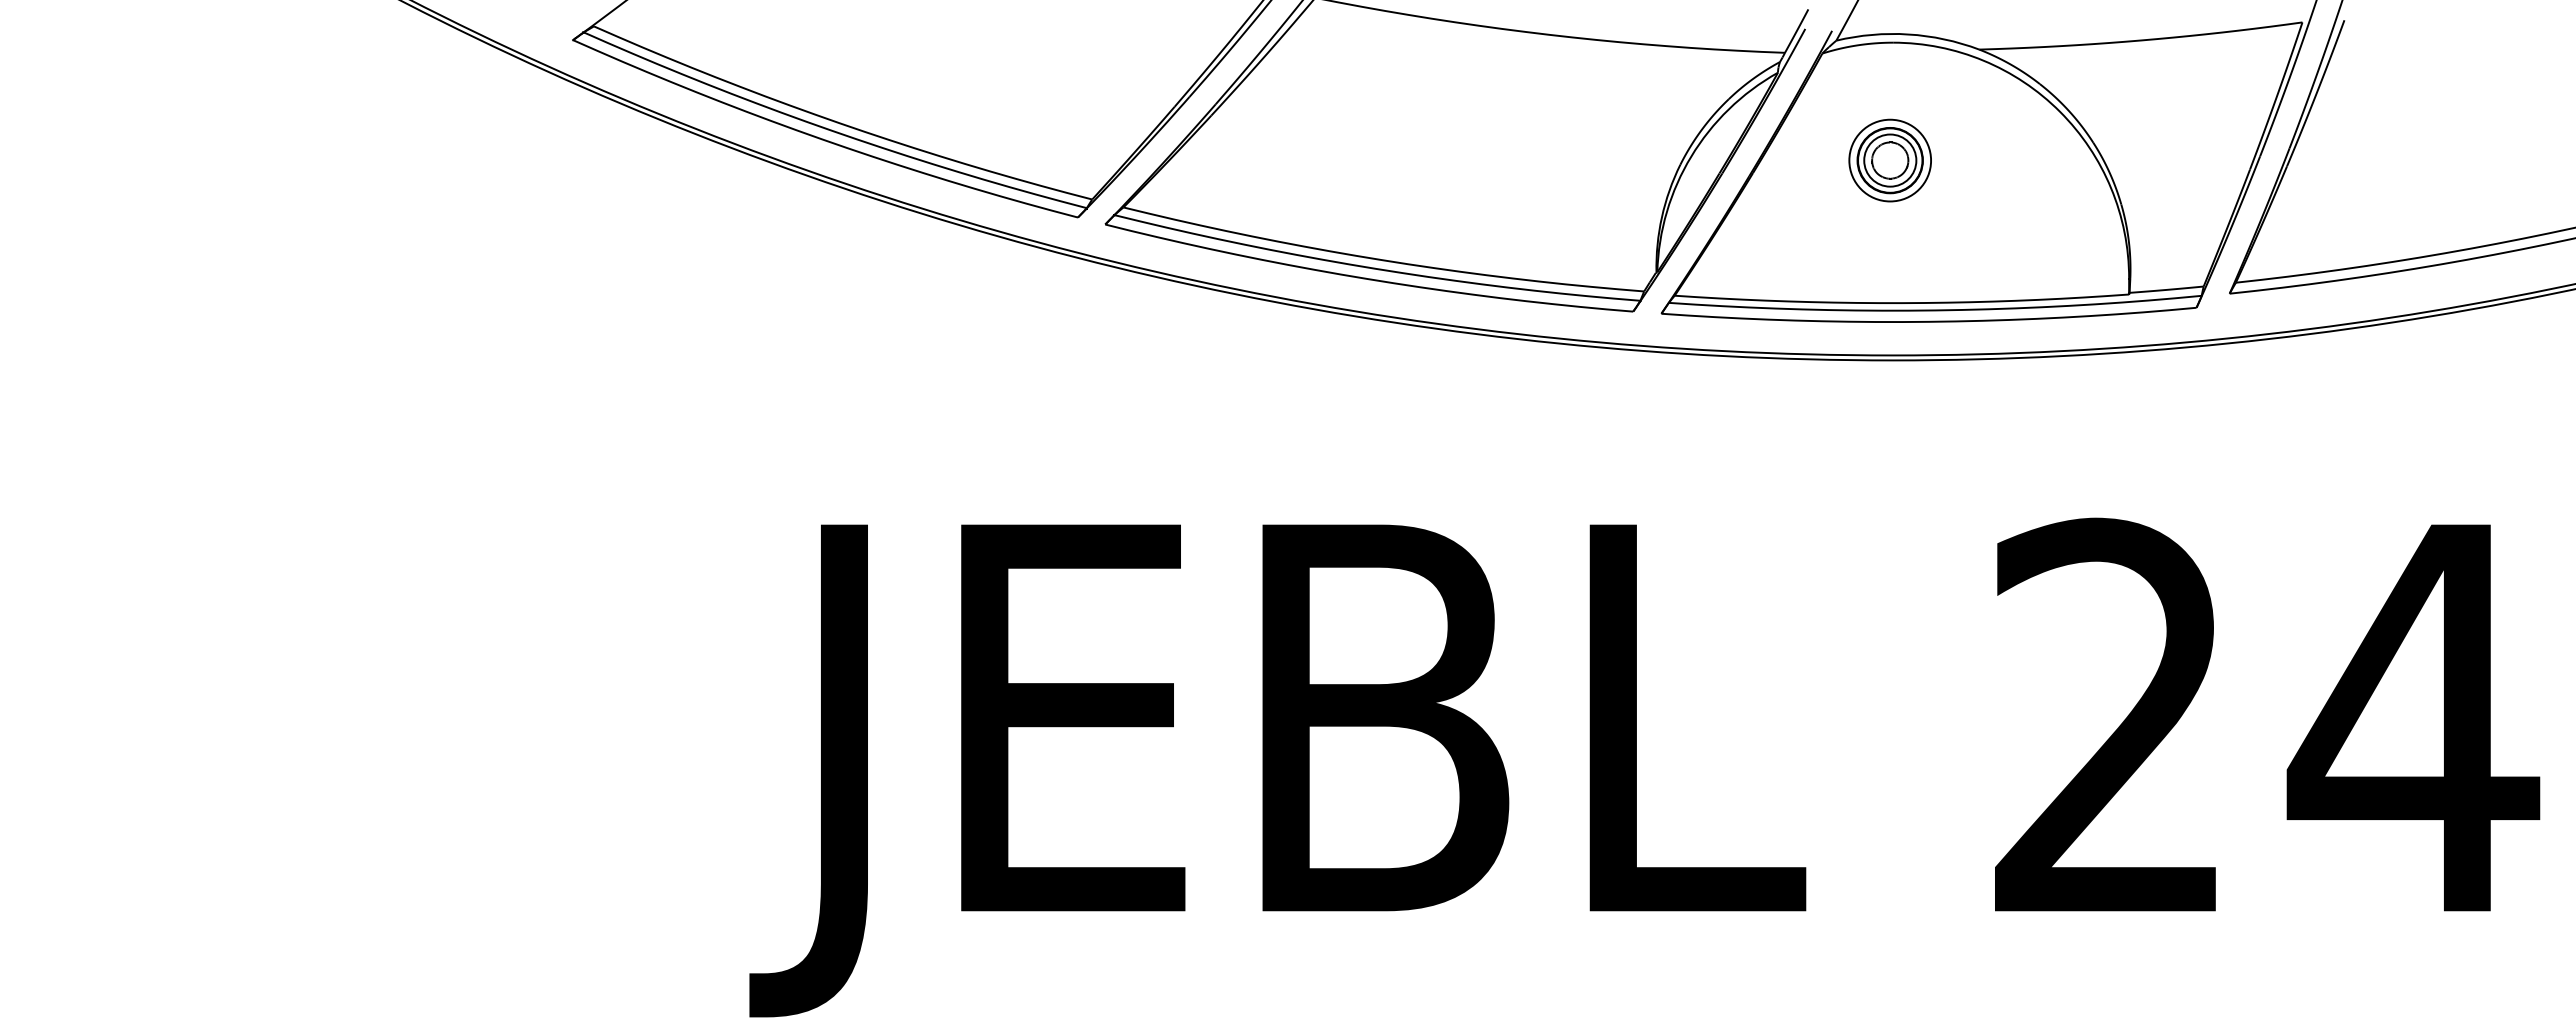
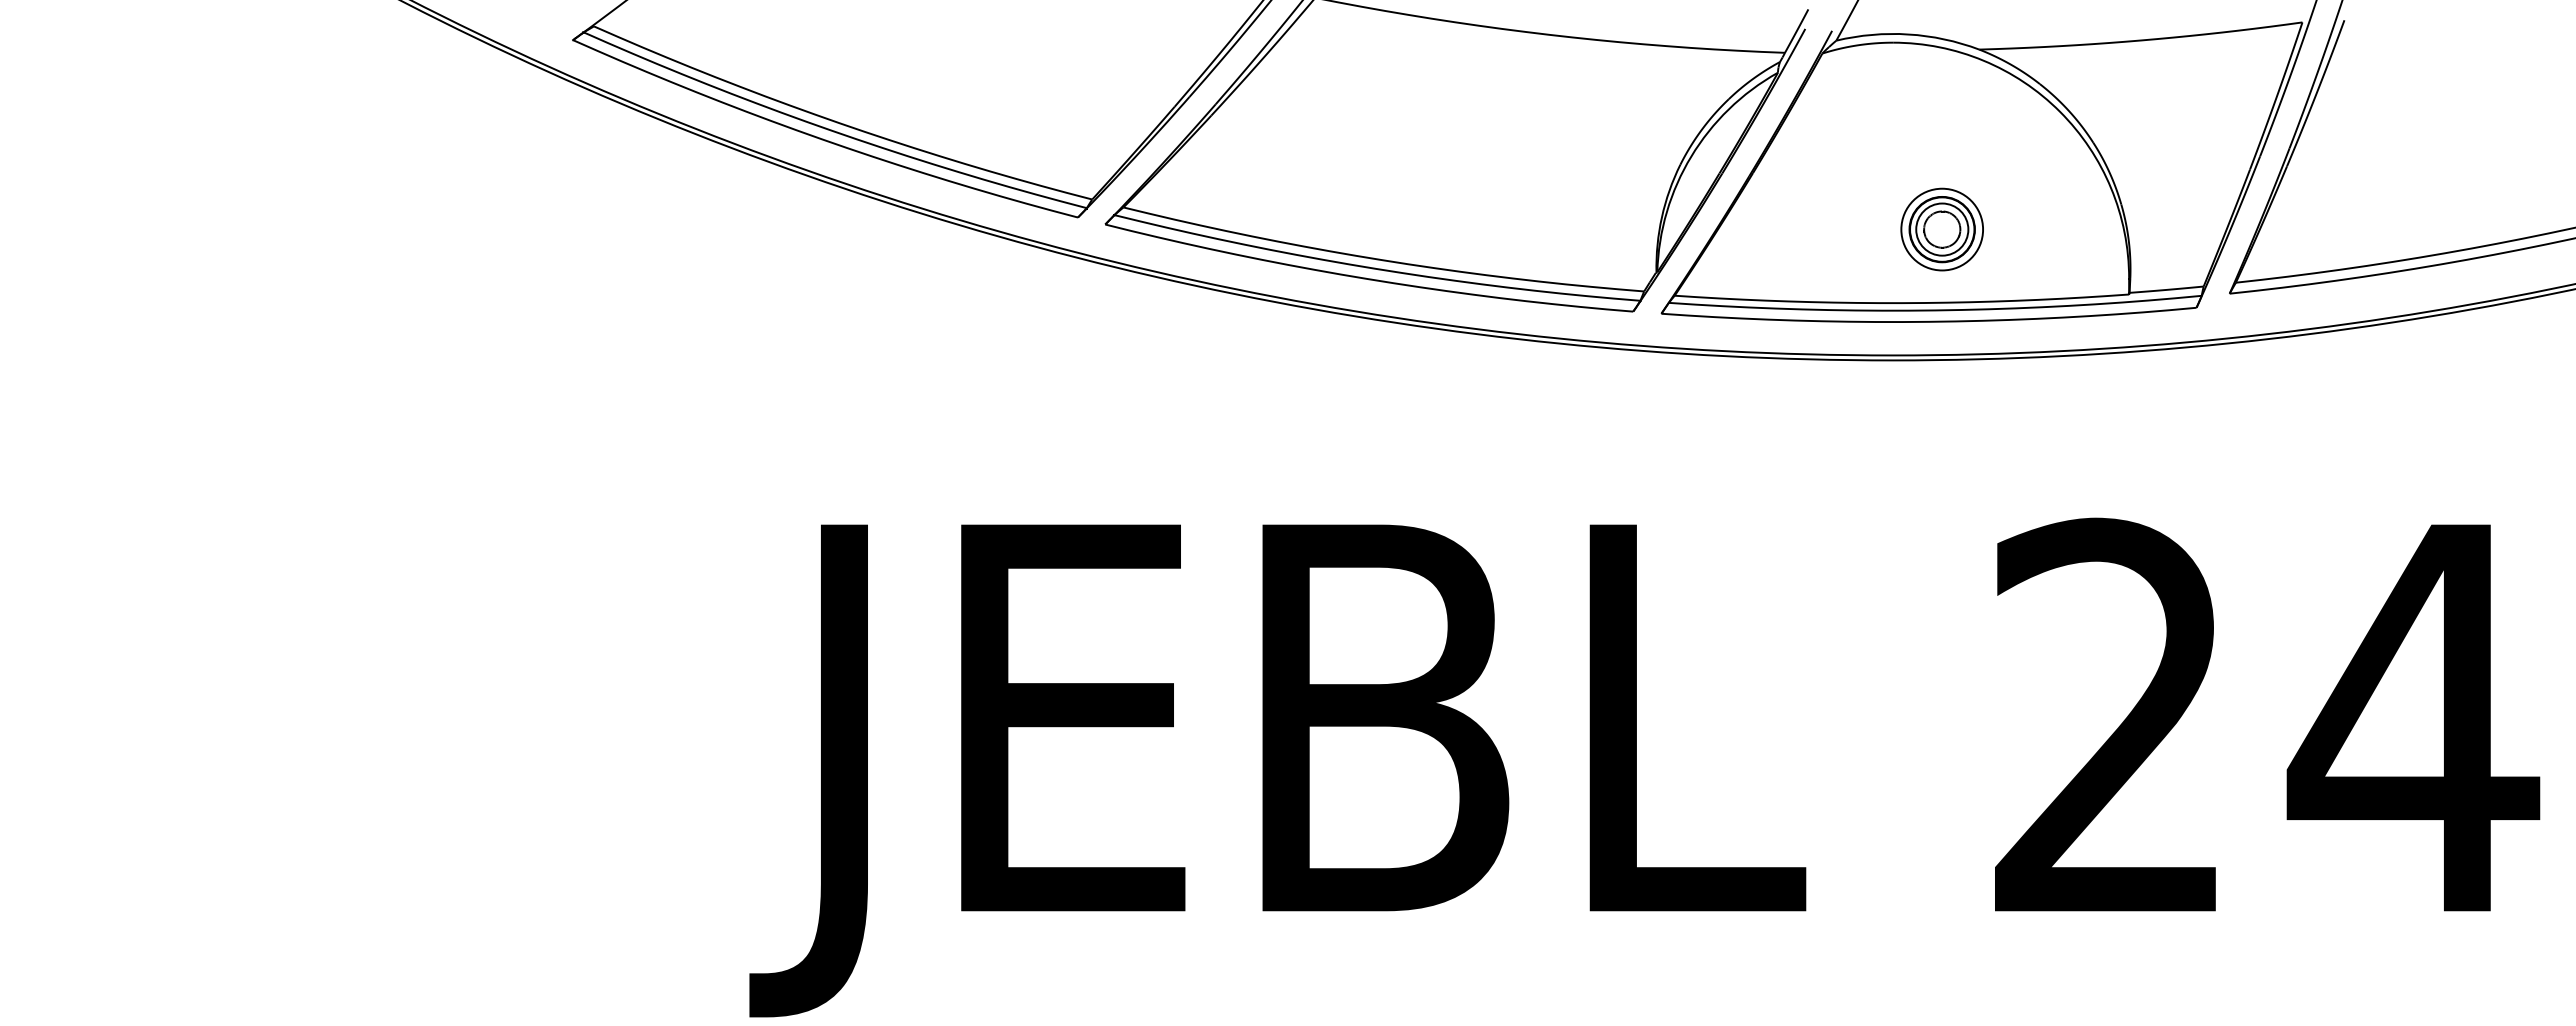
part at (1889, 160) position: (1889, 160) -> (1941, 229)
